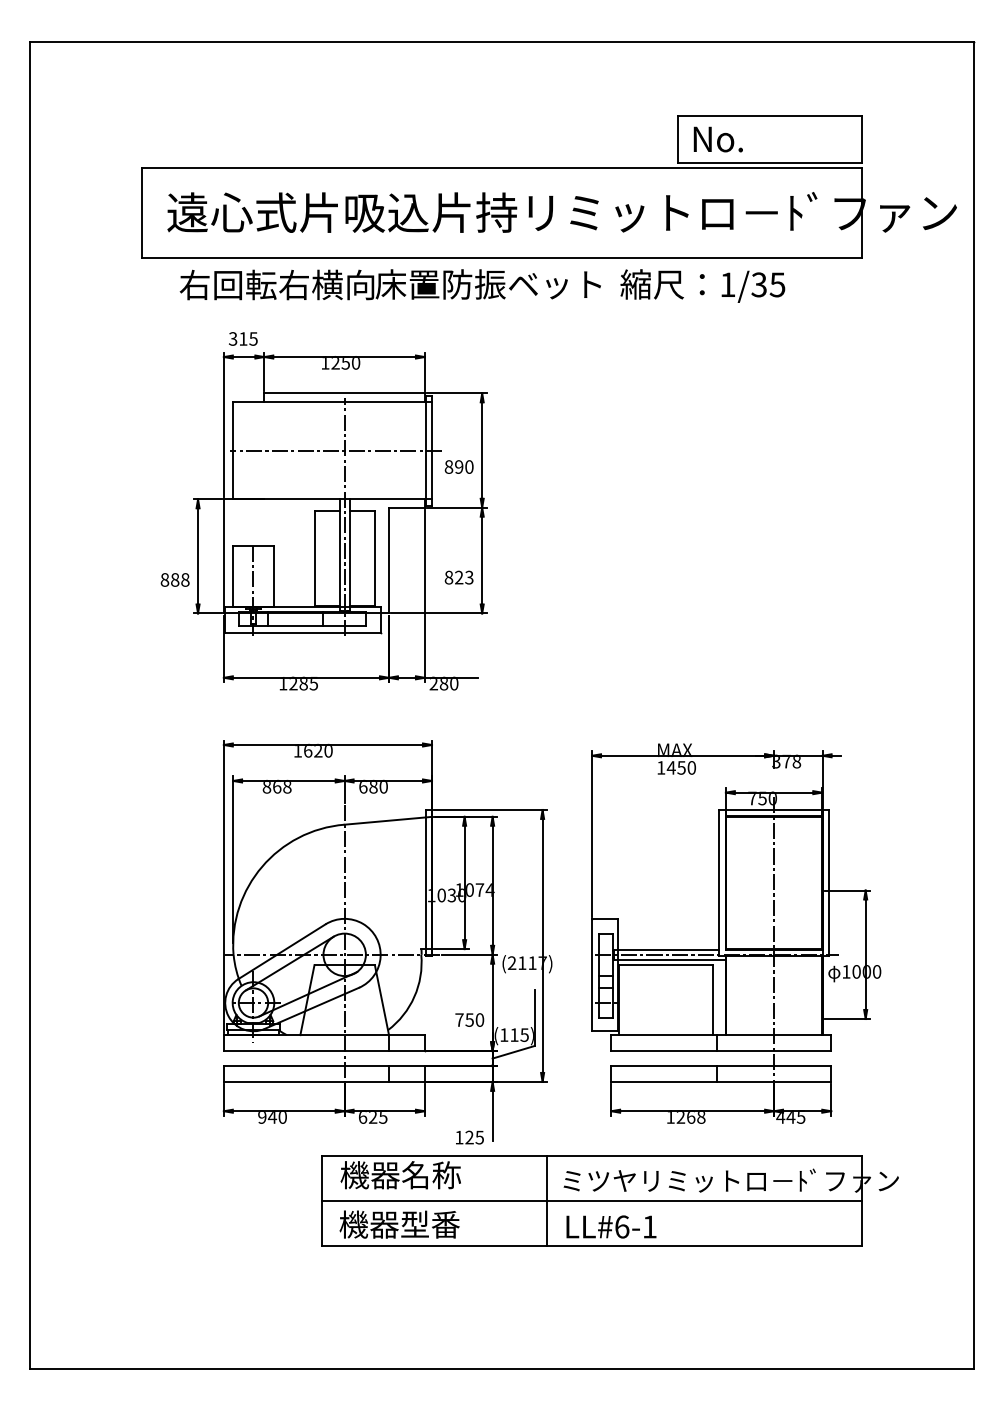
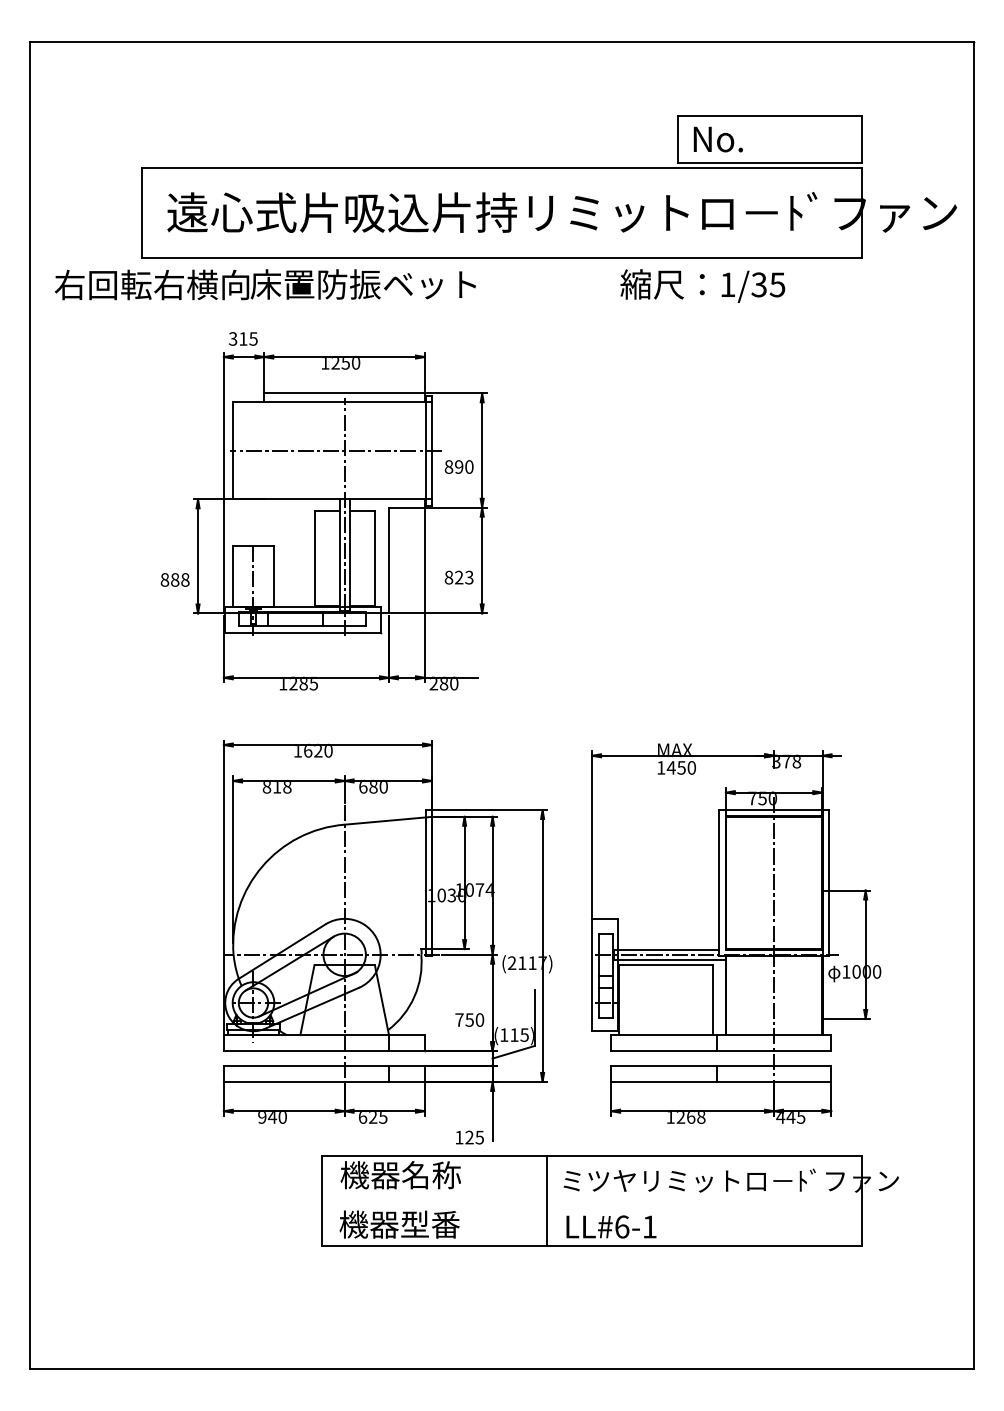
text at (389, 284) position: (389, 284) -> (264, 284)
text at (277, 786): 868 -> 818
line at (591, 1201): present -> none
